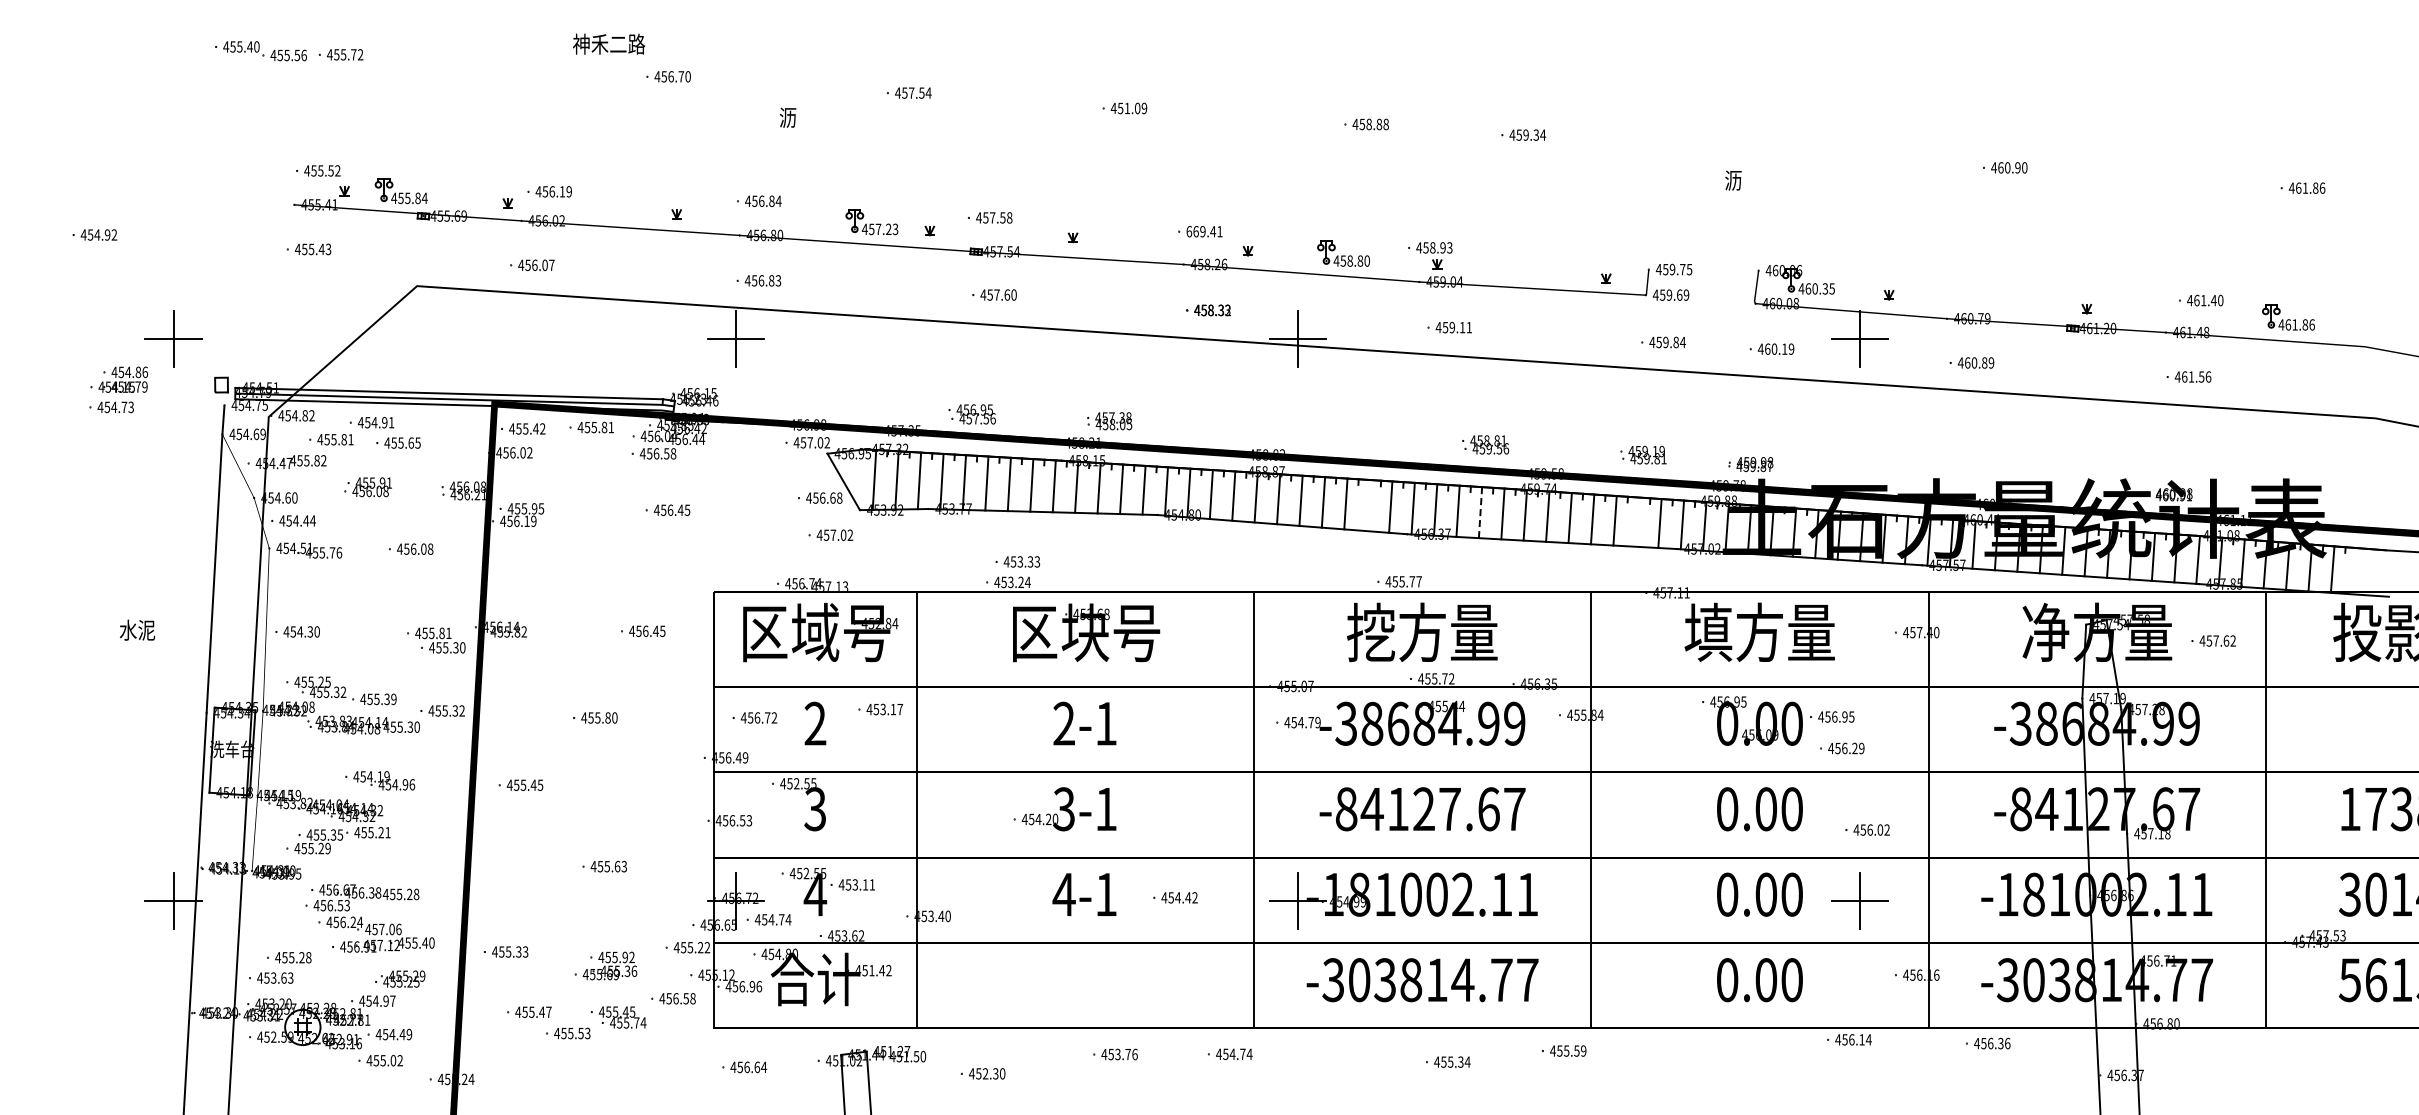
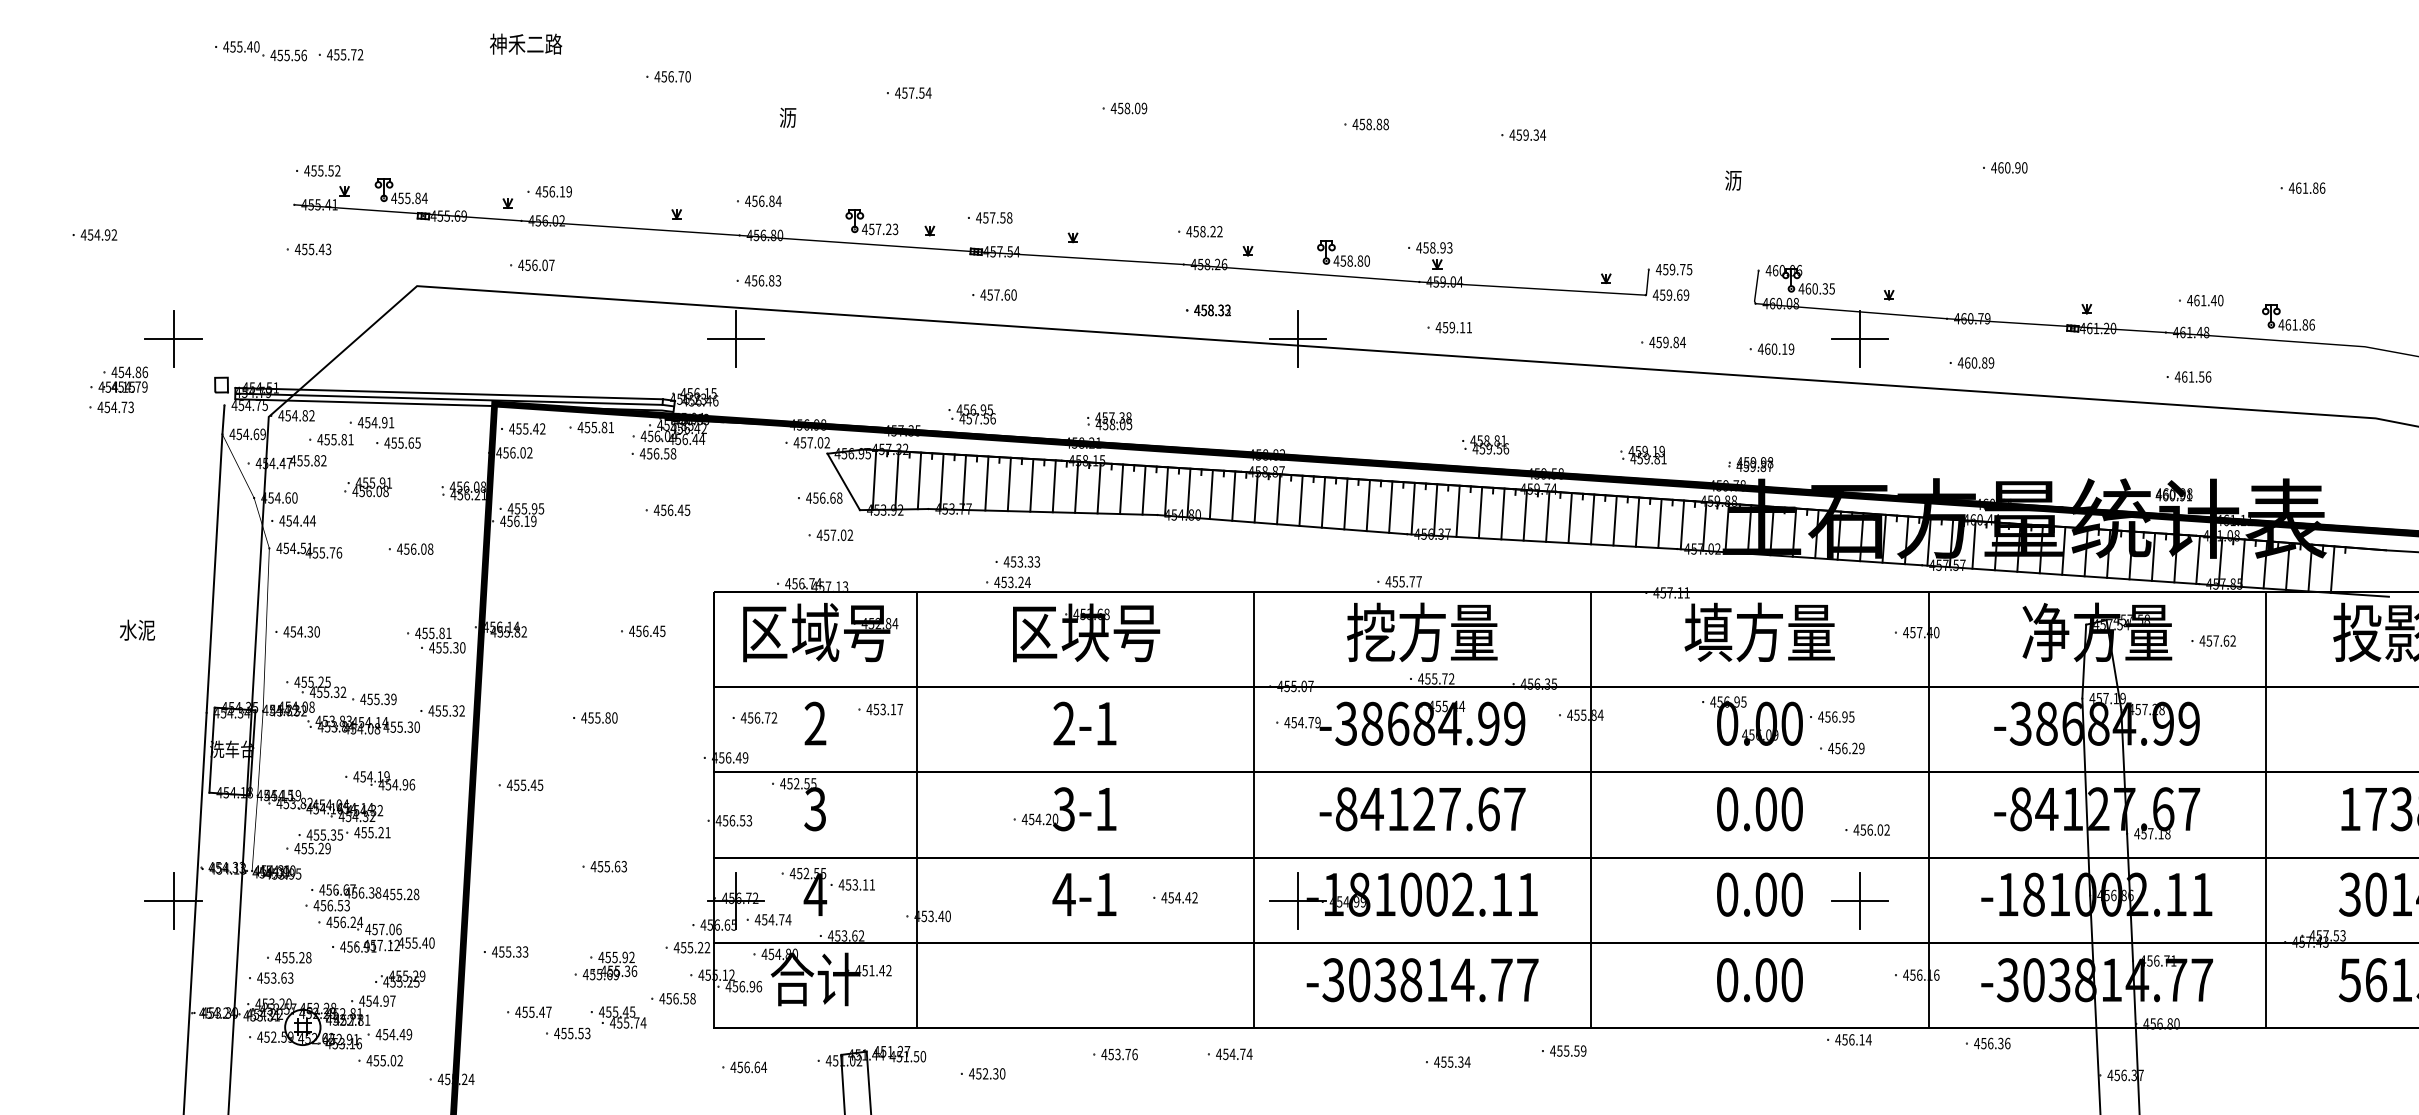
text at (609, 43) position: (609, 43) -> (526, 43)
text at (1127, 108): 451.09 -> 458.09
text at (1204, 231): 669.41 -> 458.22
line at (1367, 505): none -> present
line at (1480, 512): dashed -> solid
line at (1637, 521): none -> present
